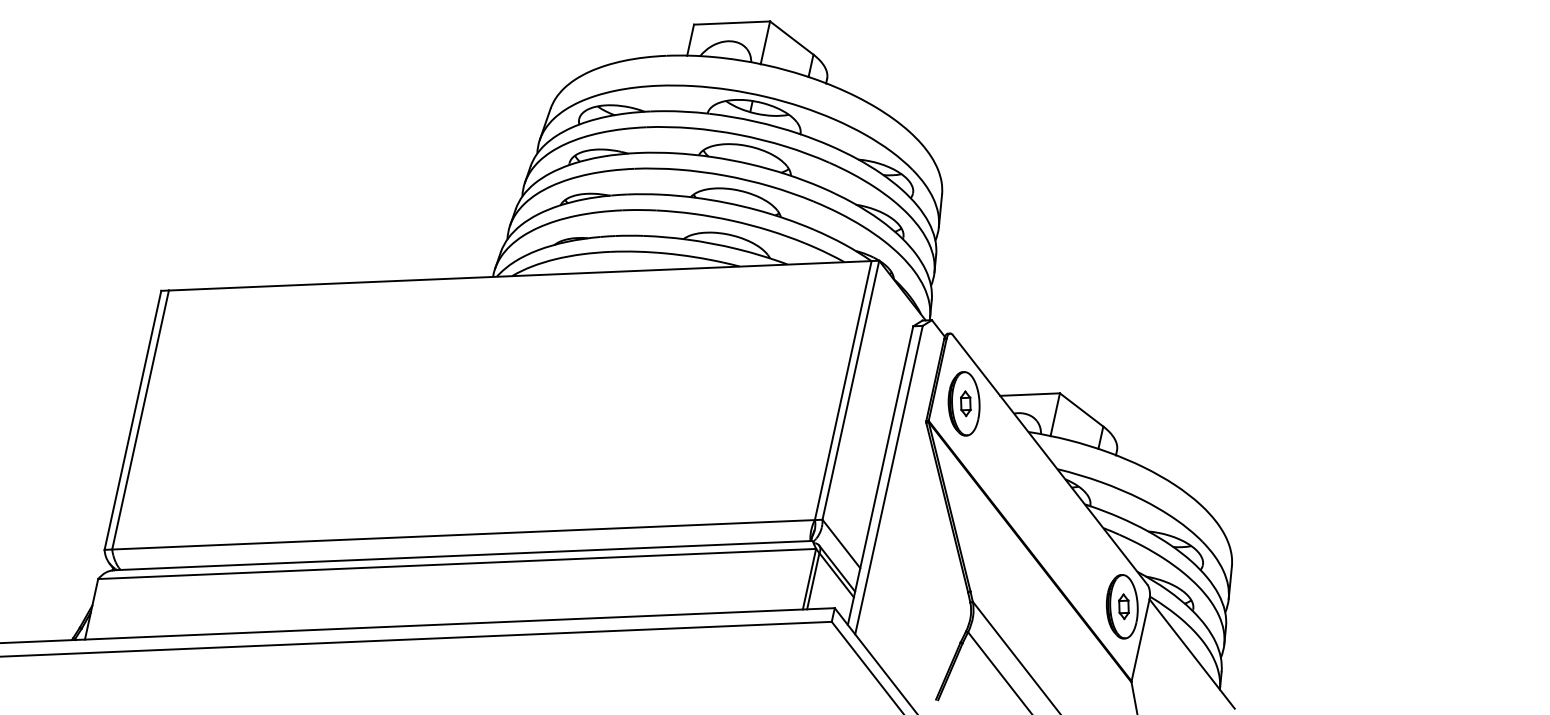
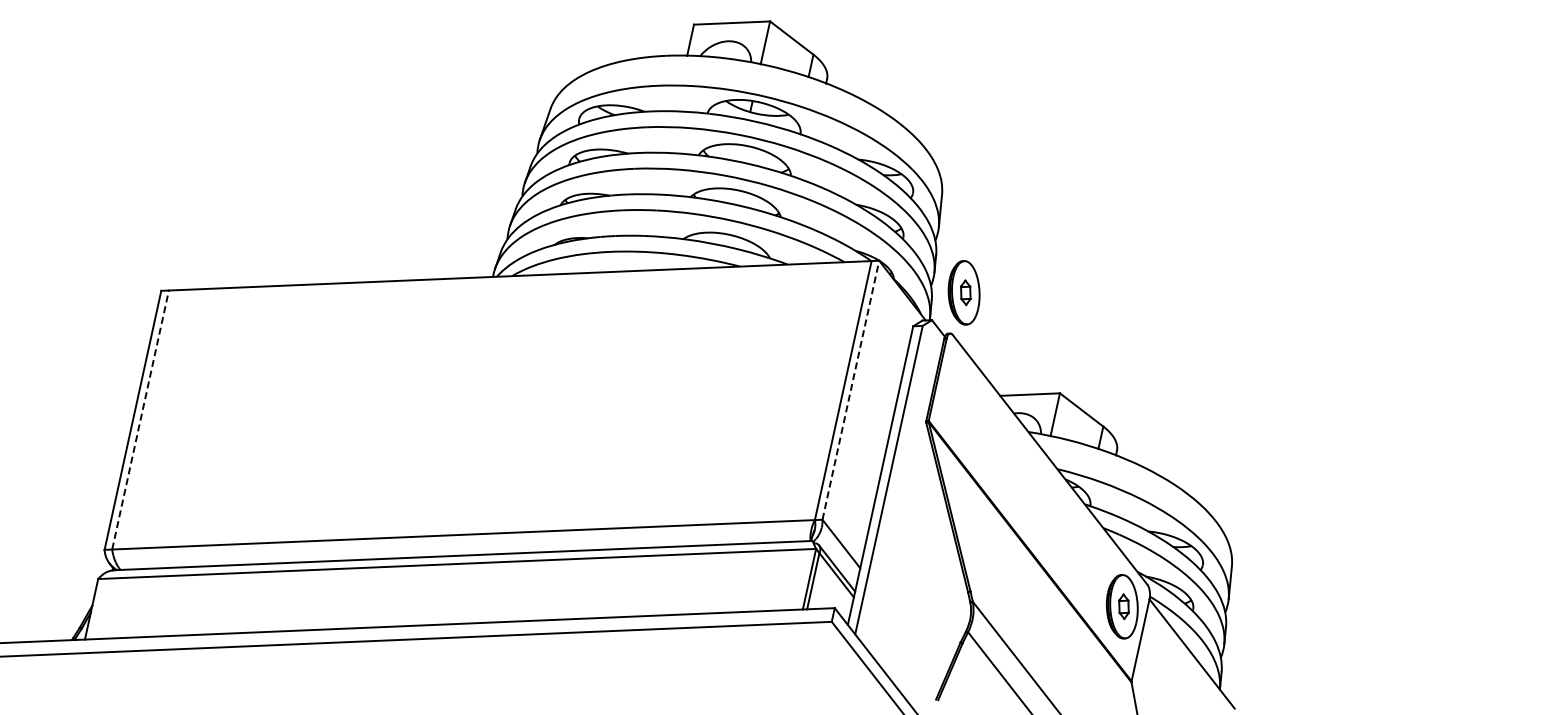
line at (850, 390): solid -> dashed
part at (963, 403) position: (963, 403) -> (963, 292)
line at (140, 420): solid -> dashed
